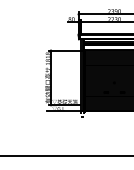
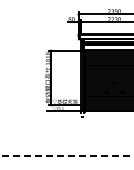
line at (67, 156): solid -> dashed
